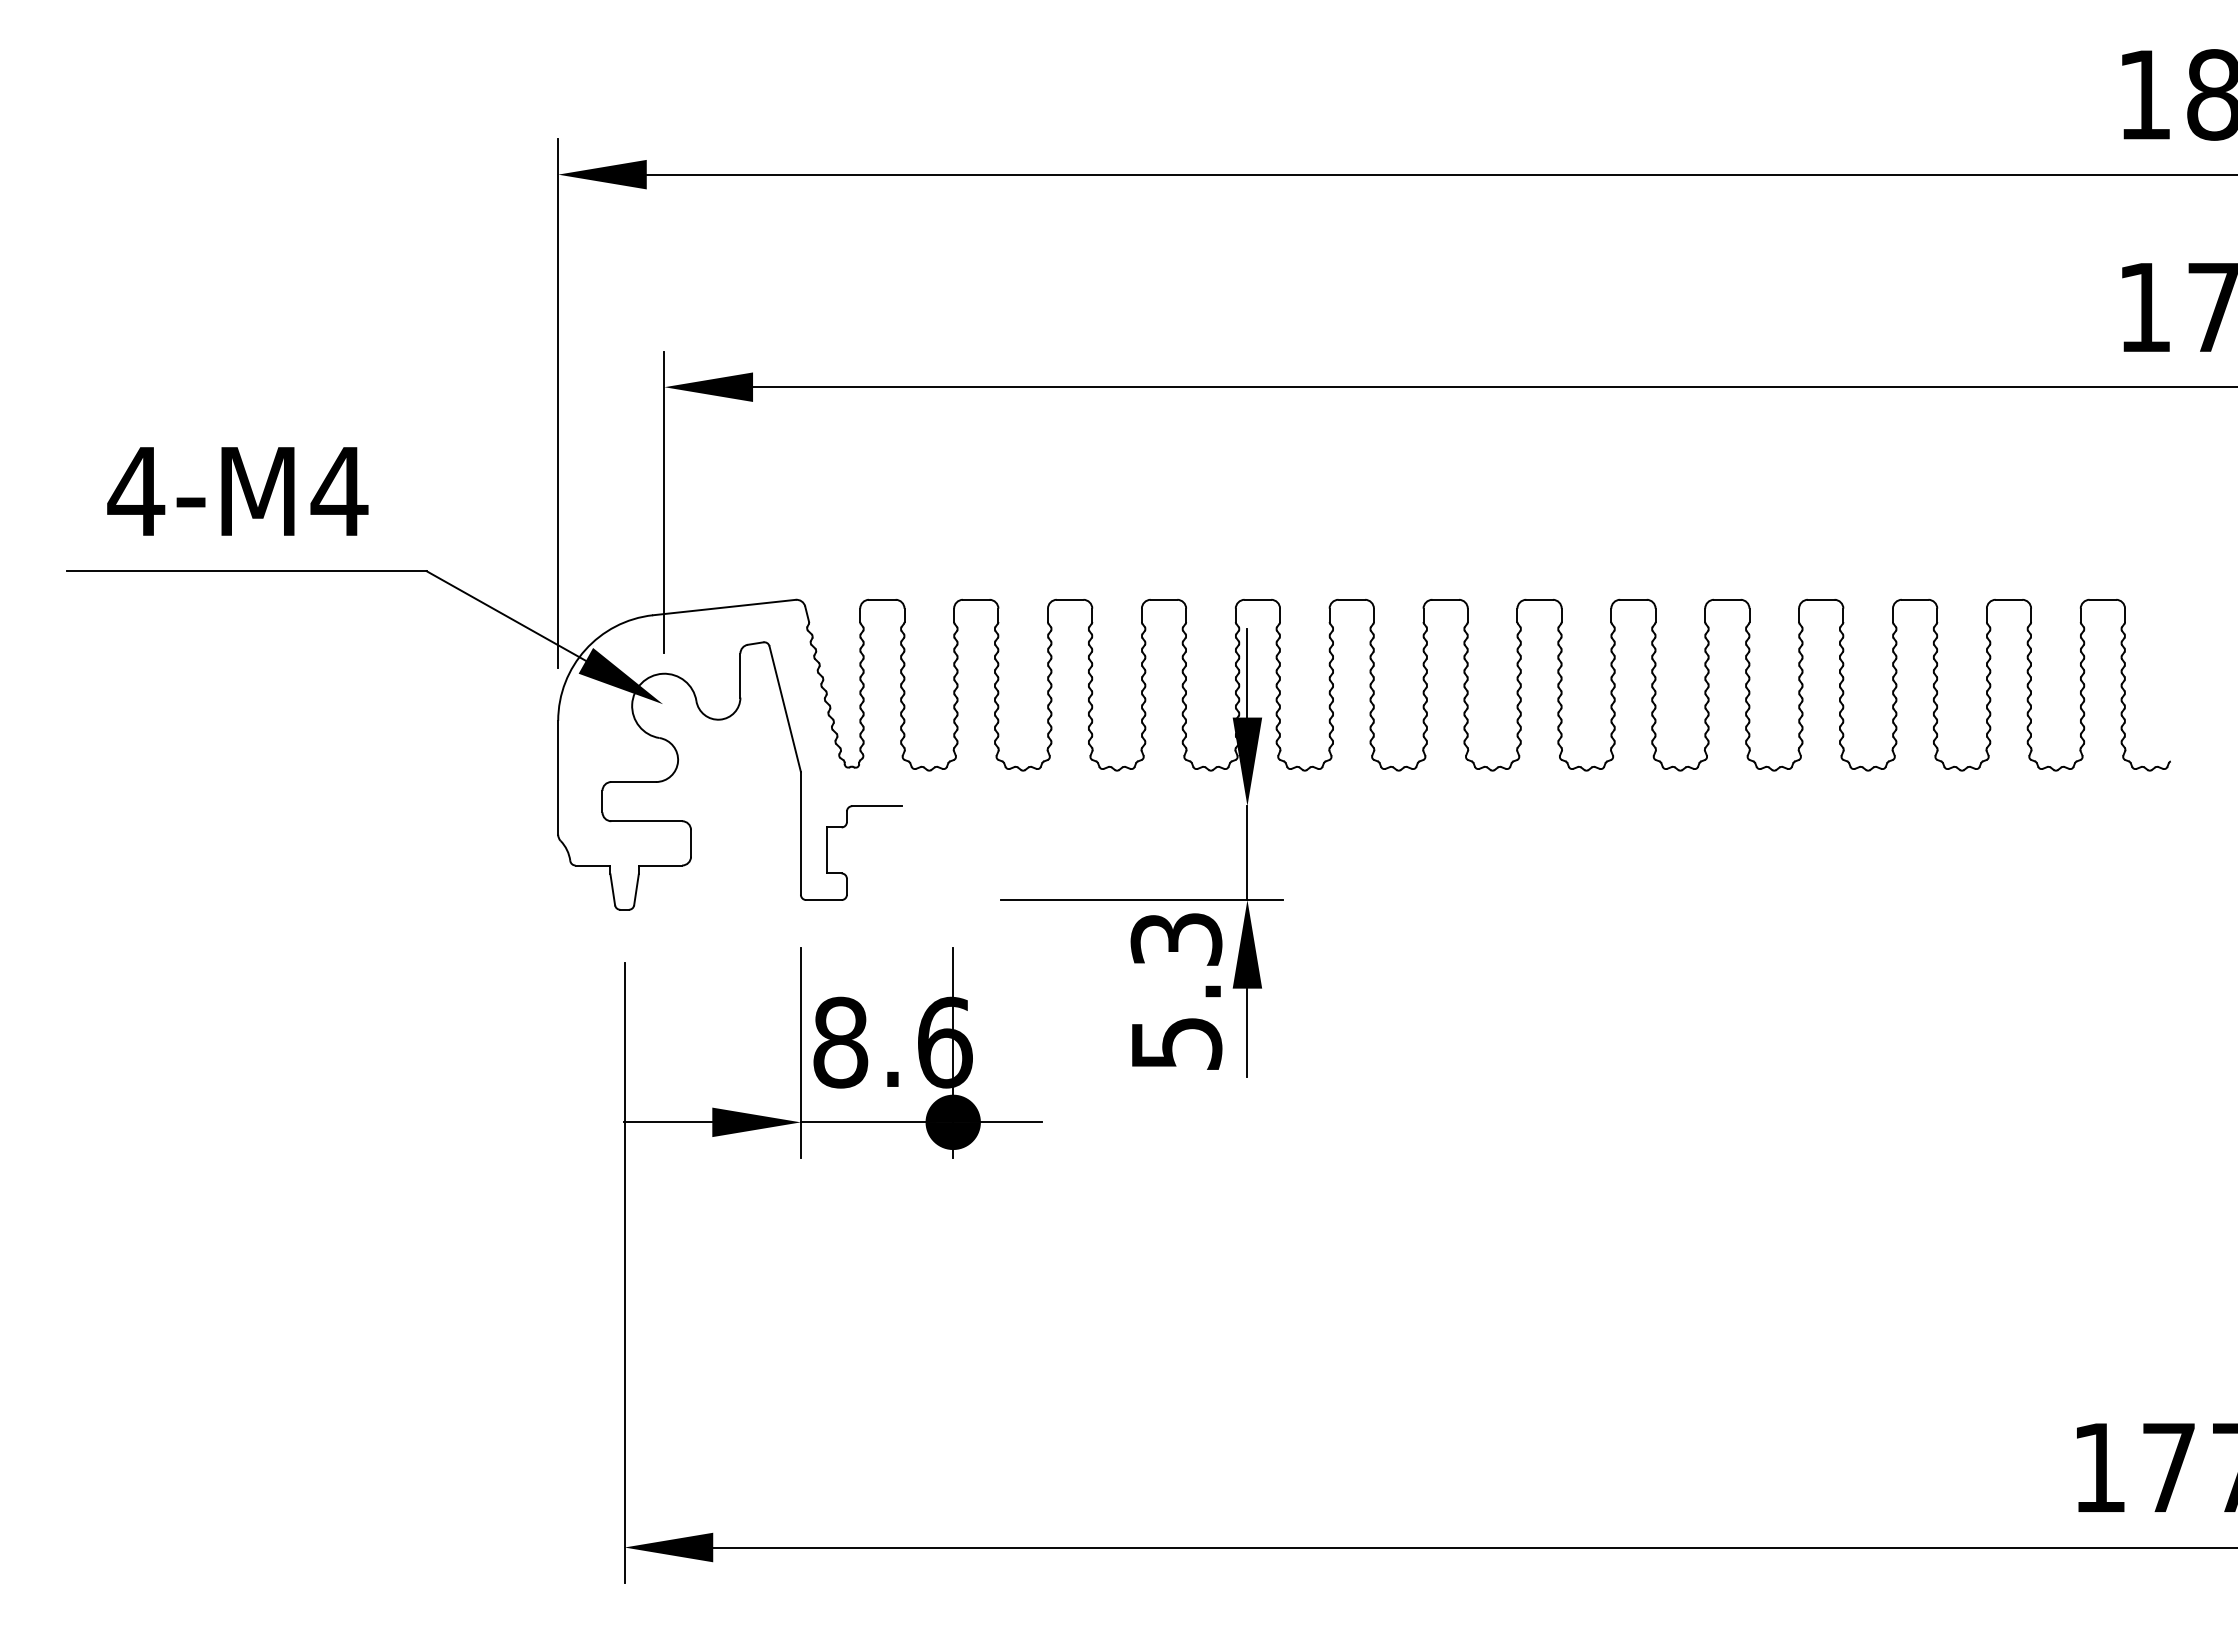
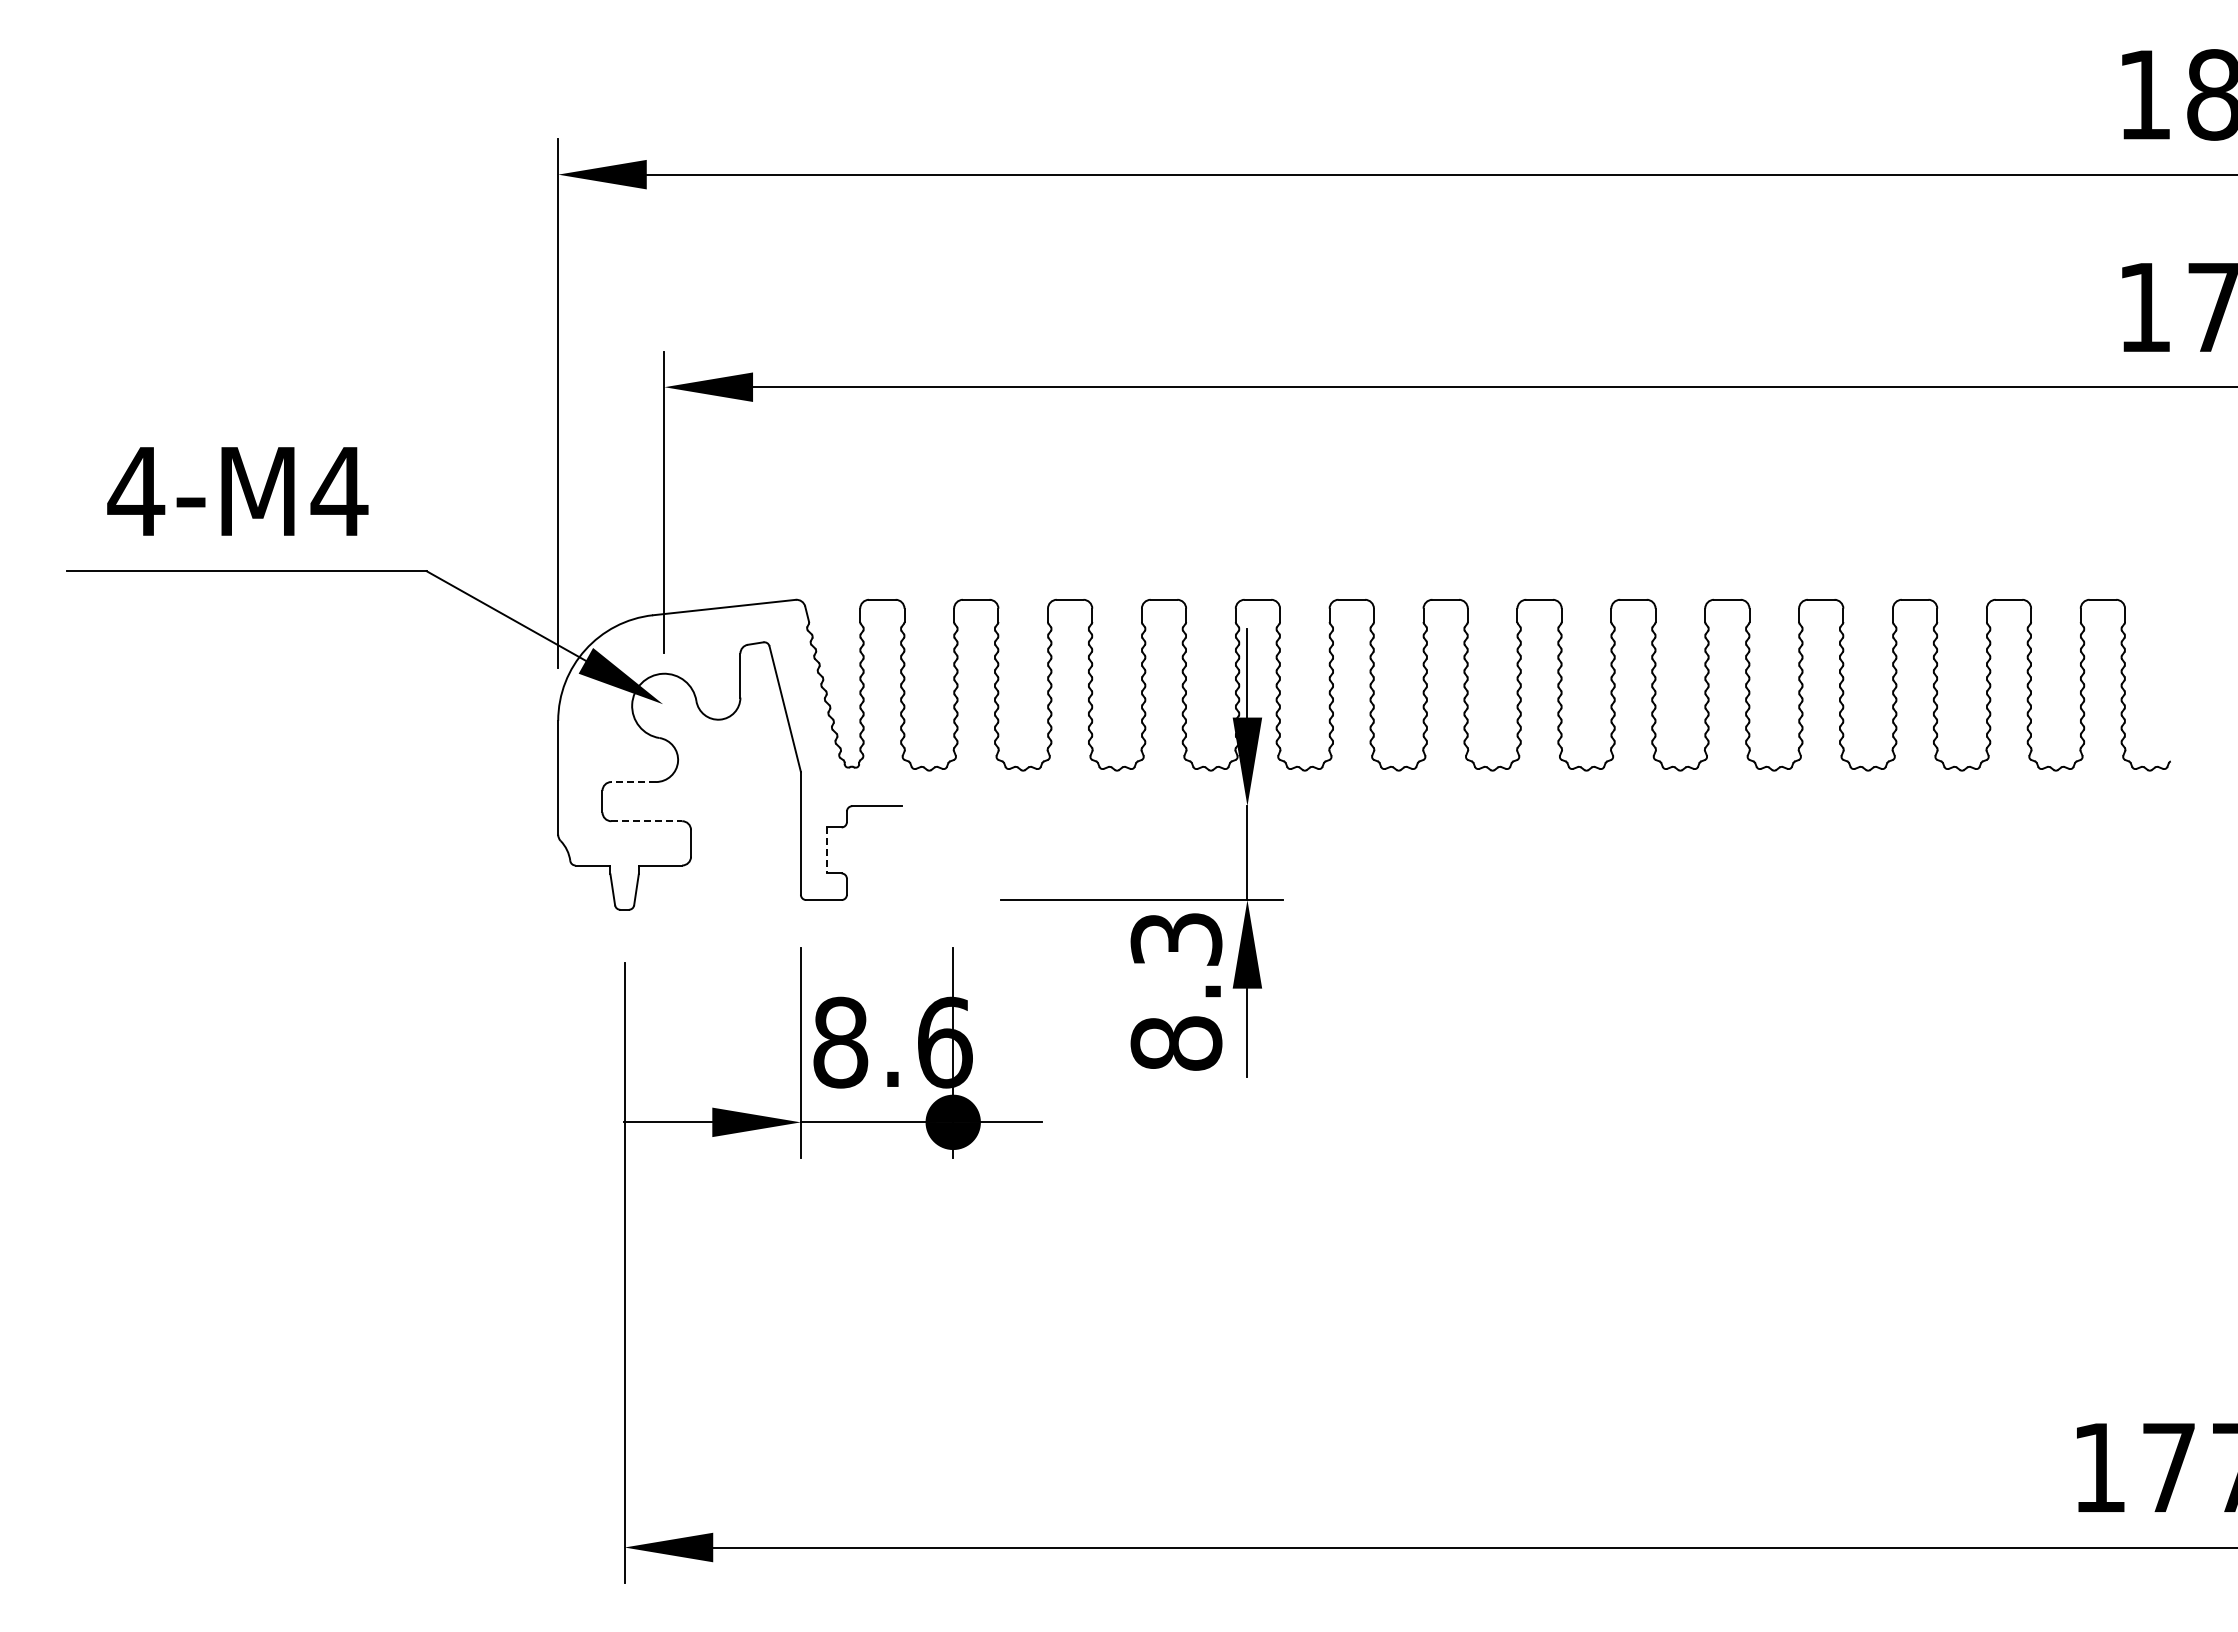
line at (633, 782): solid -> dashed
line at (647, 821): solid -> dashed
line at (827, 850): solid -> dashed
text at (1176, 1043): 5.3 -> 8.3
